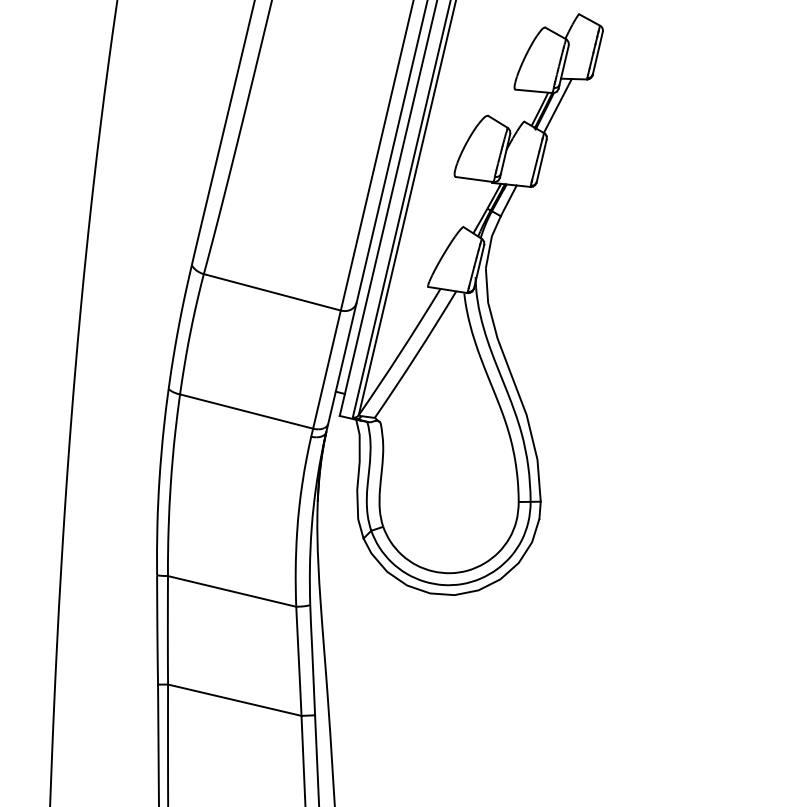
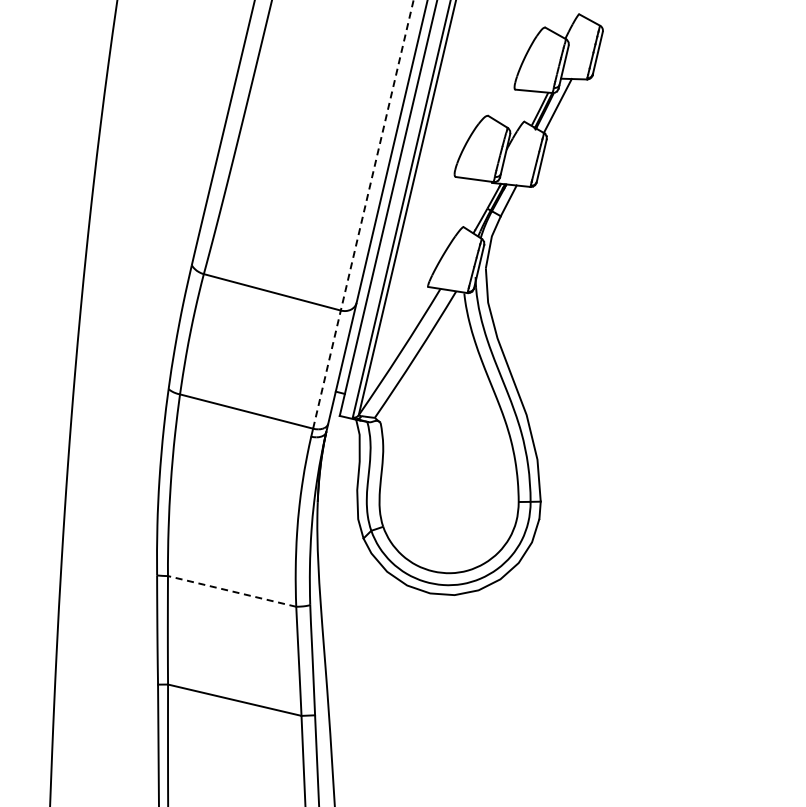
line at (363, 214): solid -> dashed
line at (232, 591): solid -> dashed
